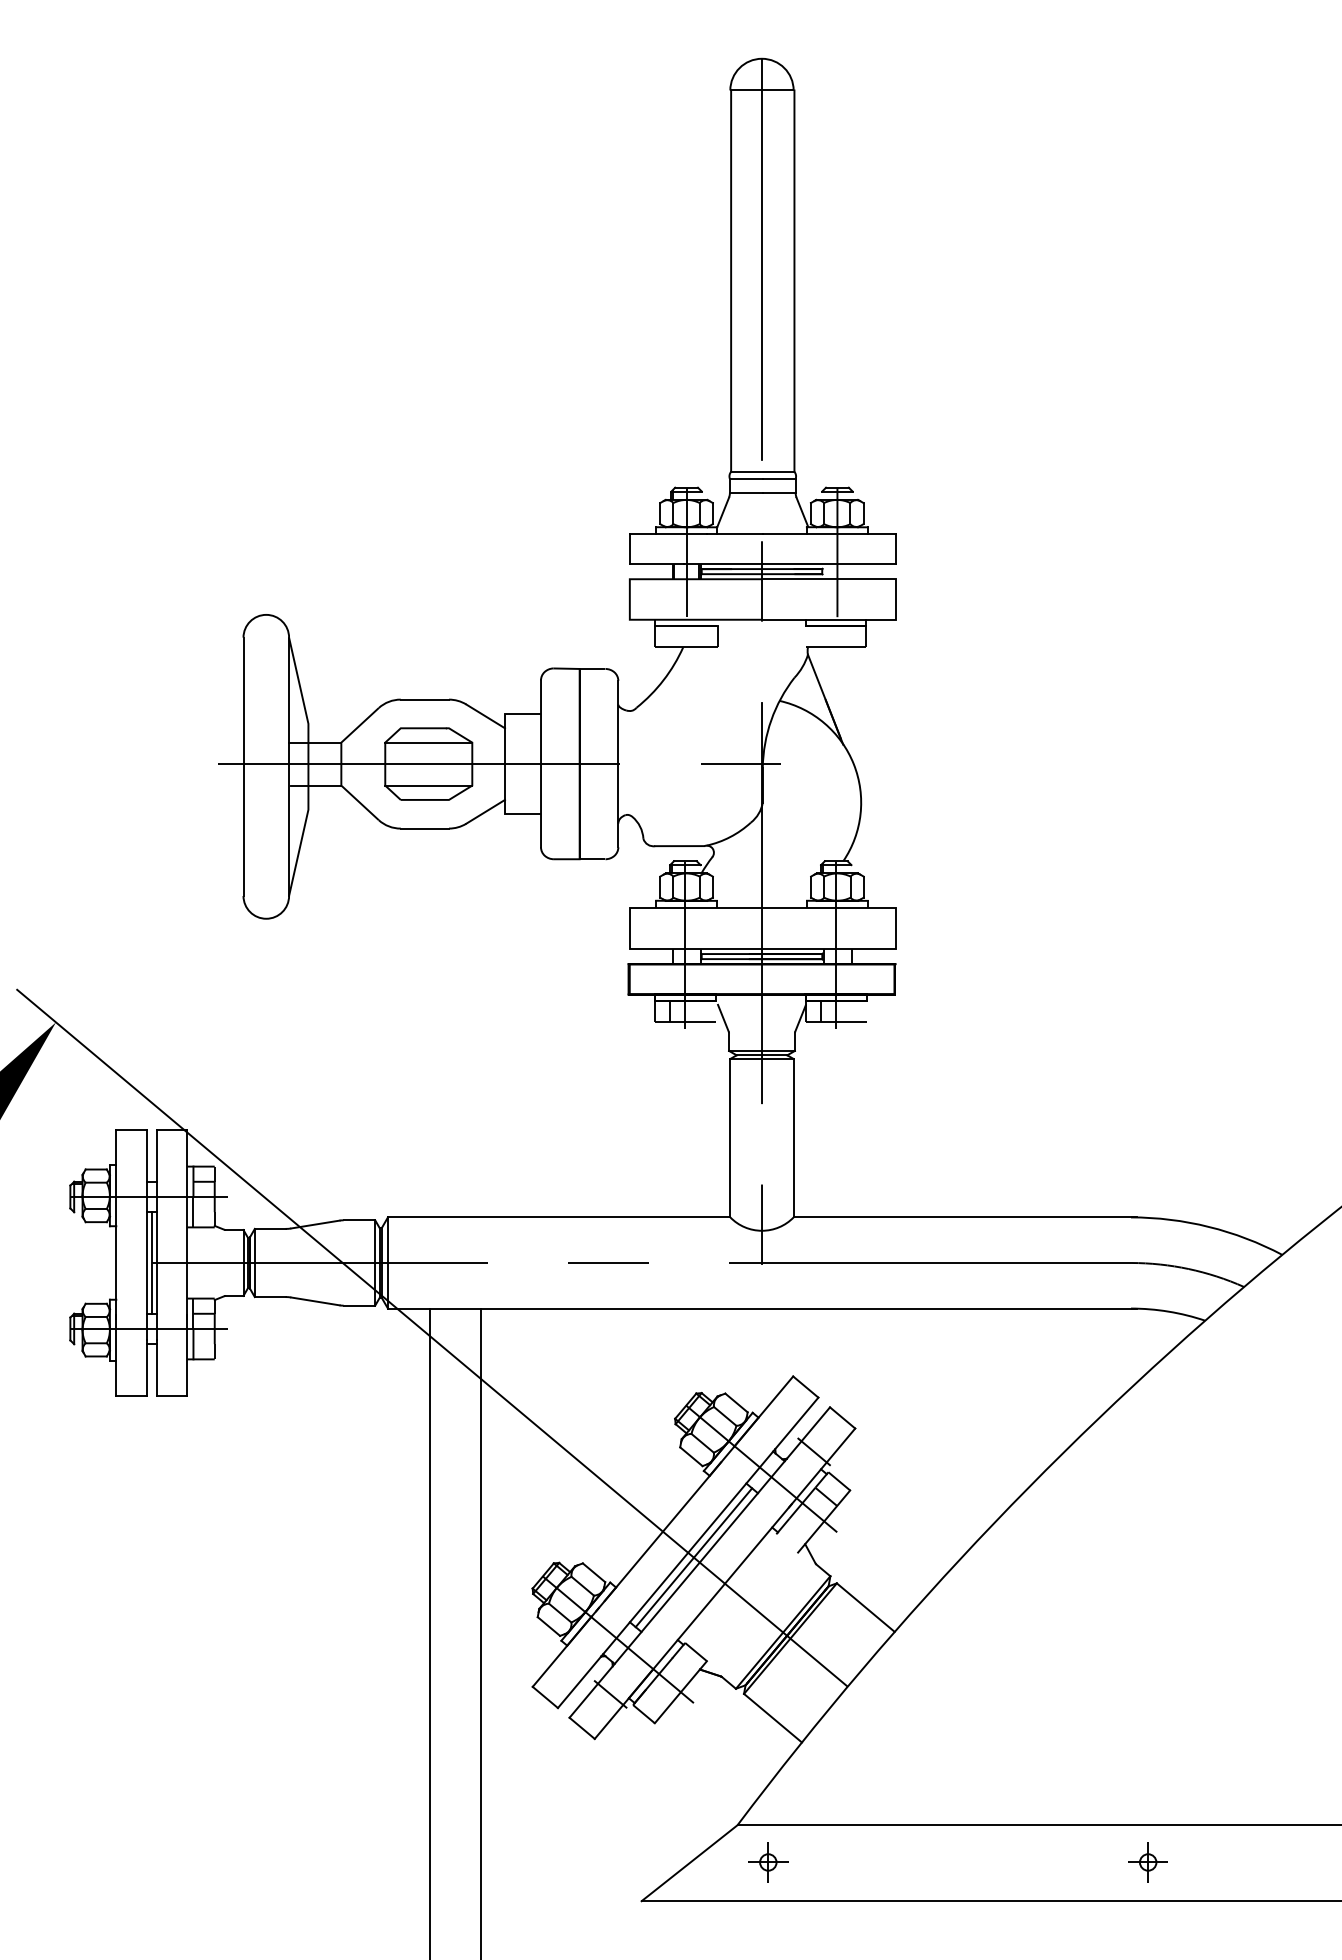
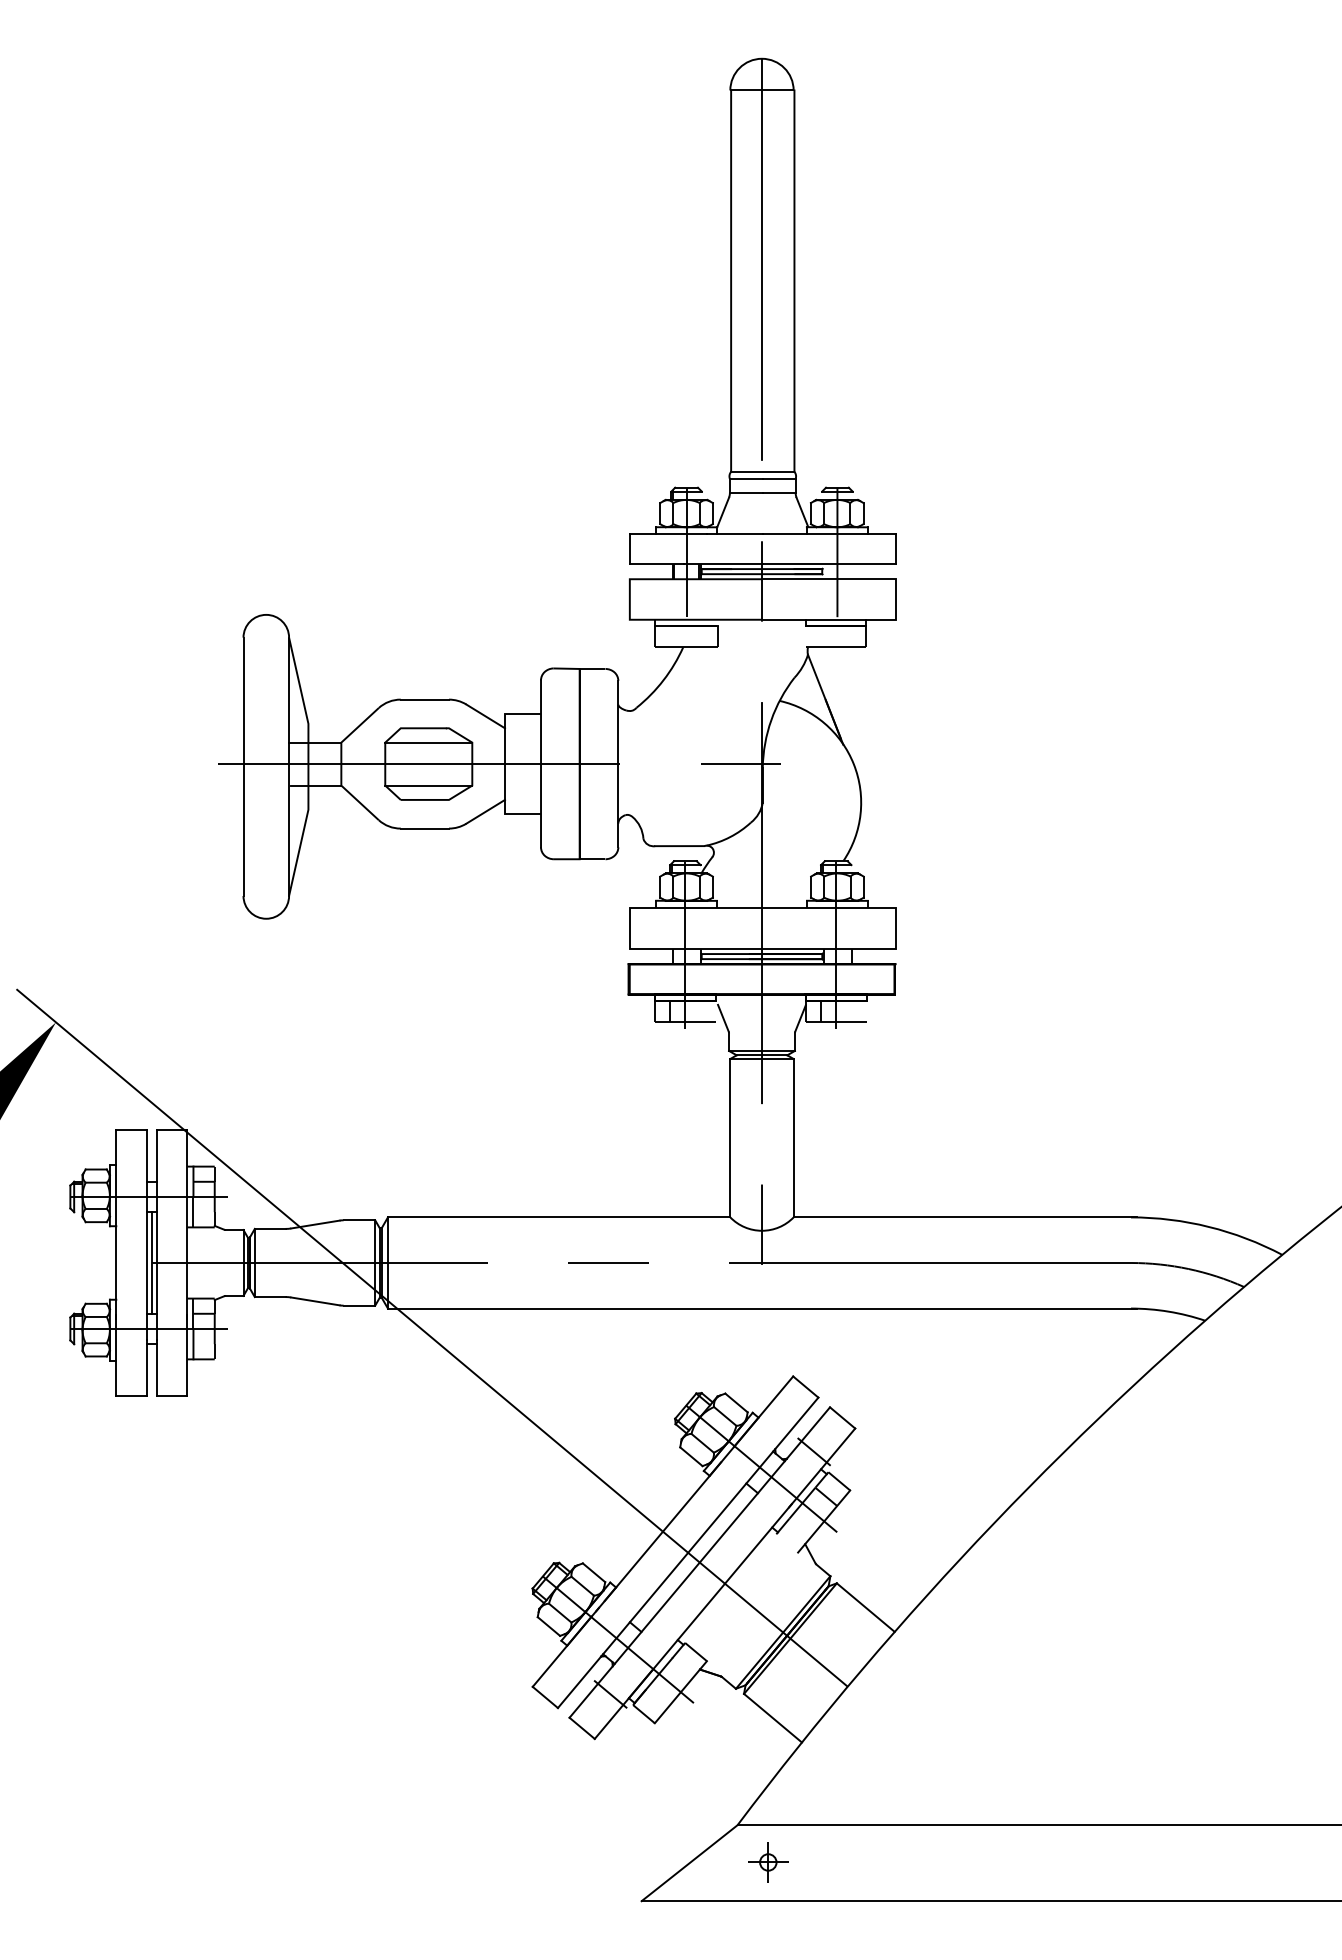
line at (693, 1557): present -> none
line at (430, 1632): present -> none
line at (480, 1632): present -> none
part at (1147, 1862): present -> none
